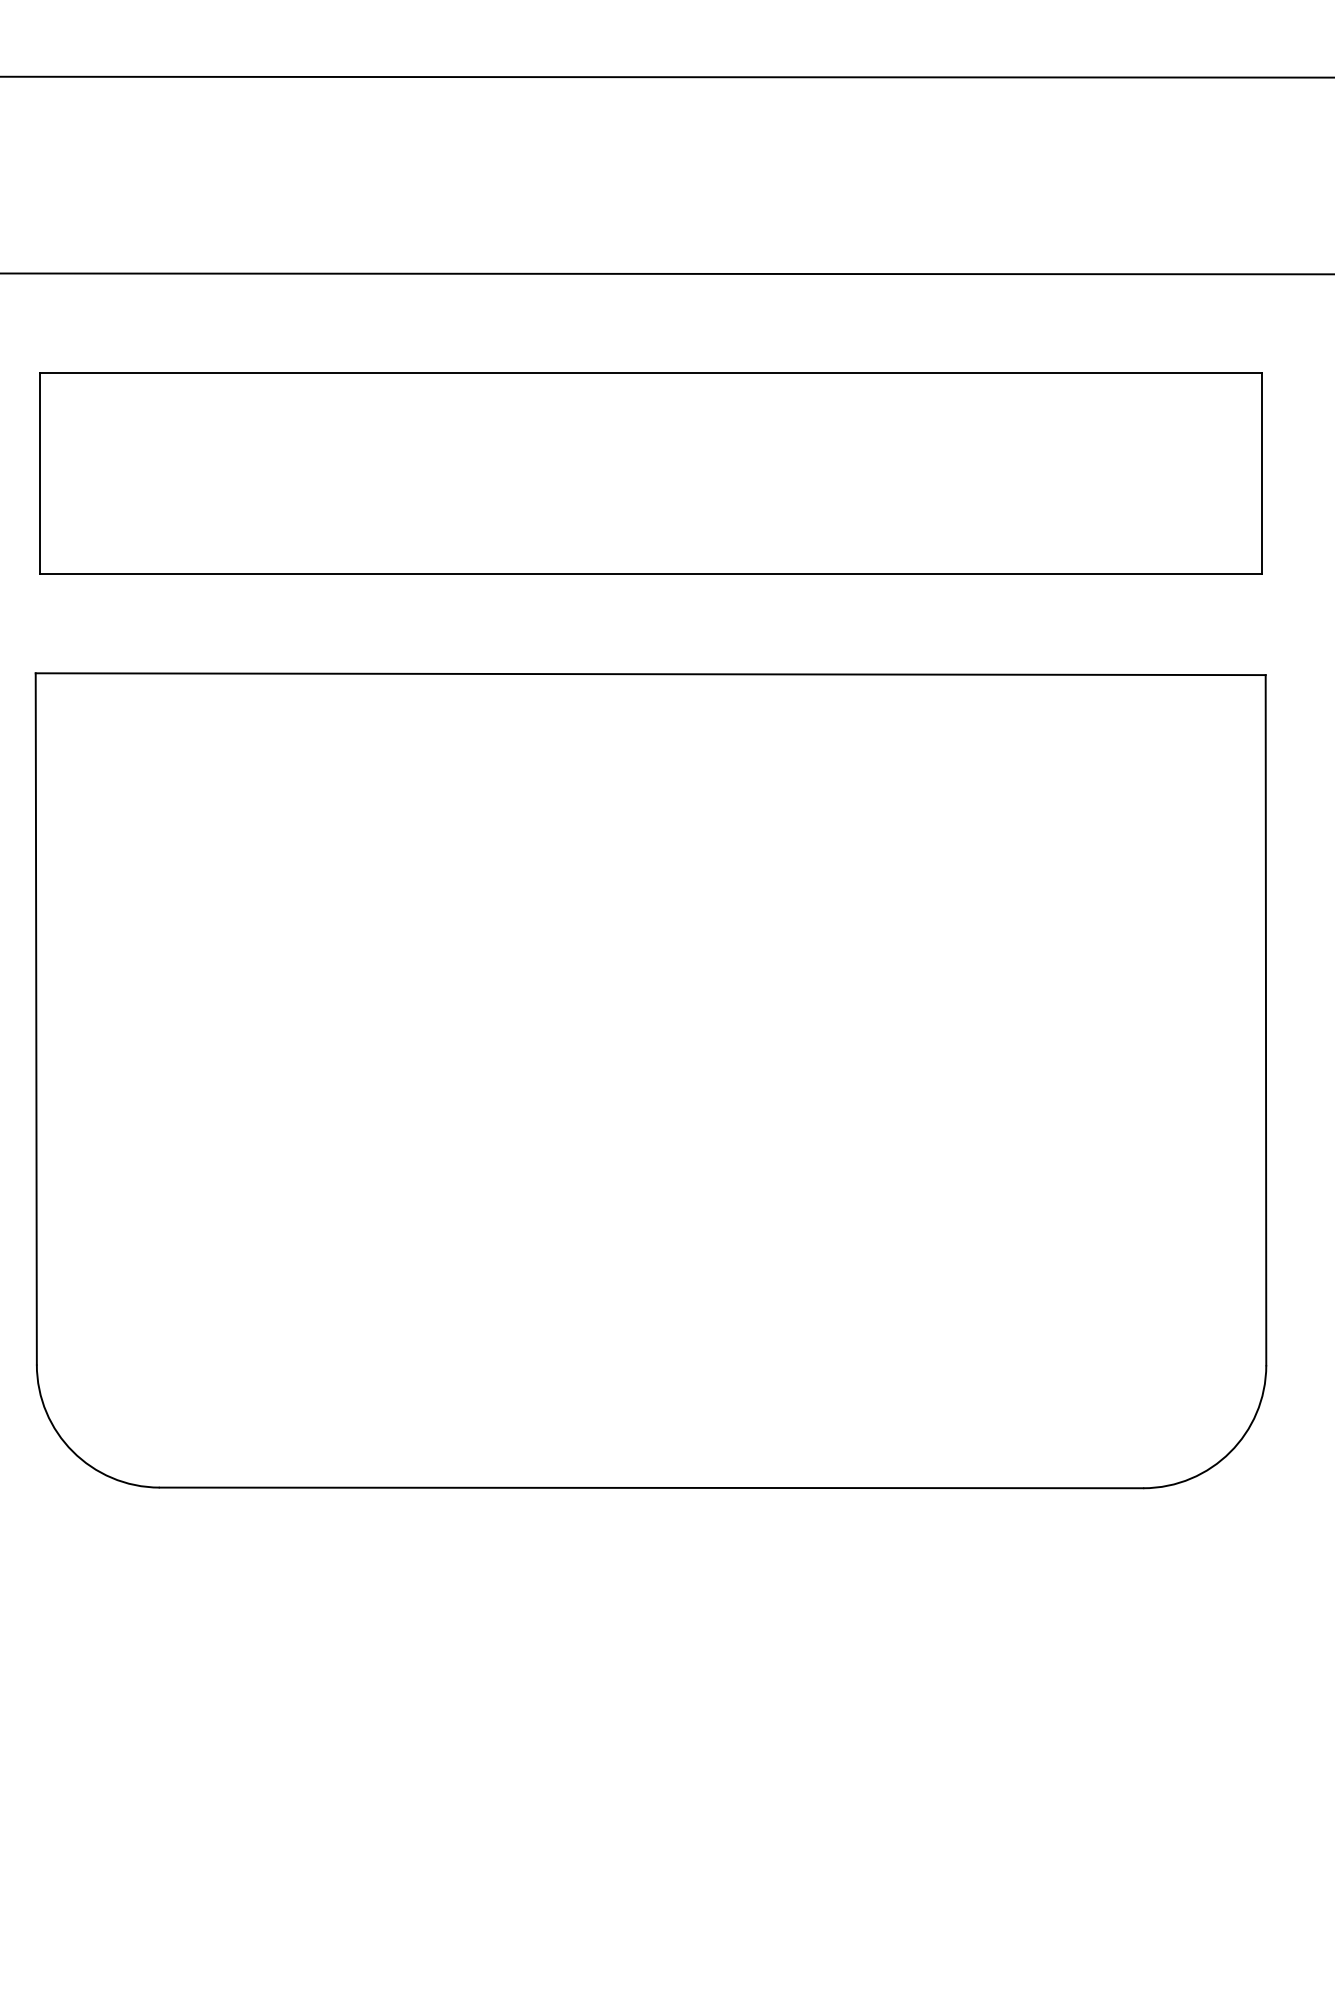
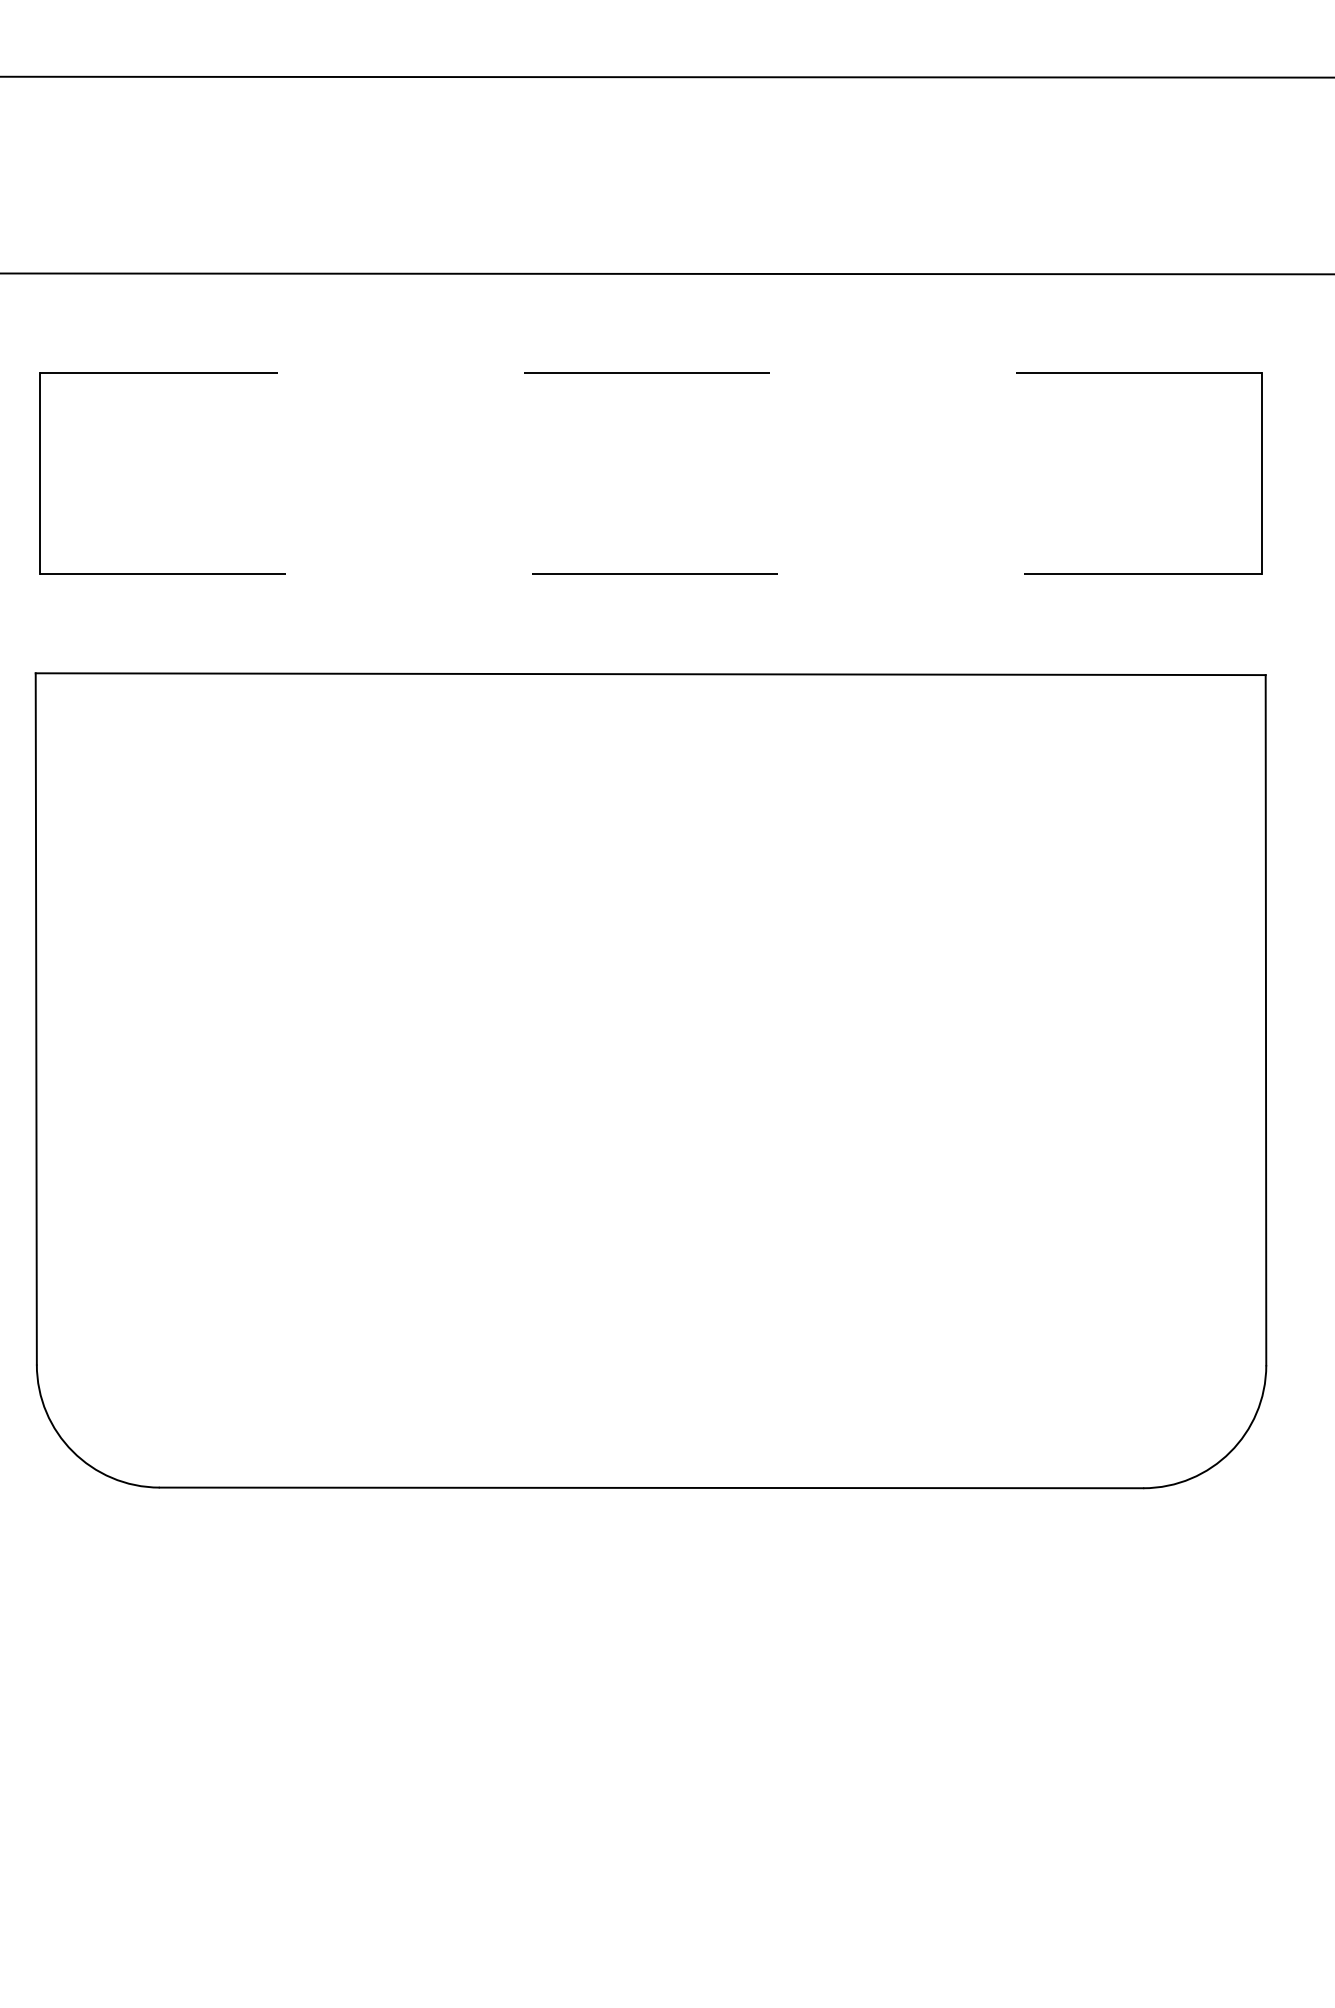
line at (651, 373): solid -> dashed
line at (651, 574): solid -> dashed
